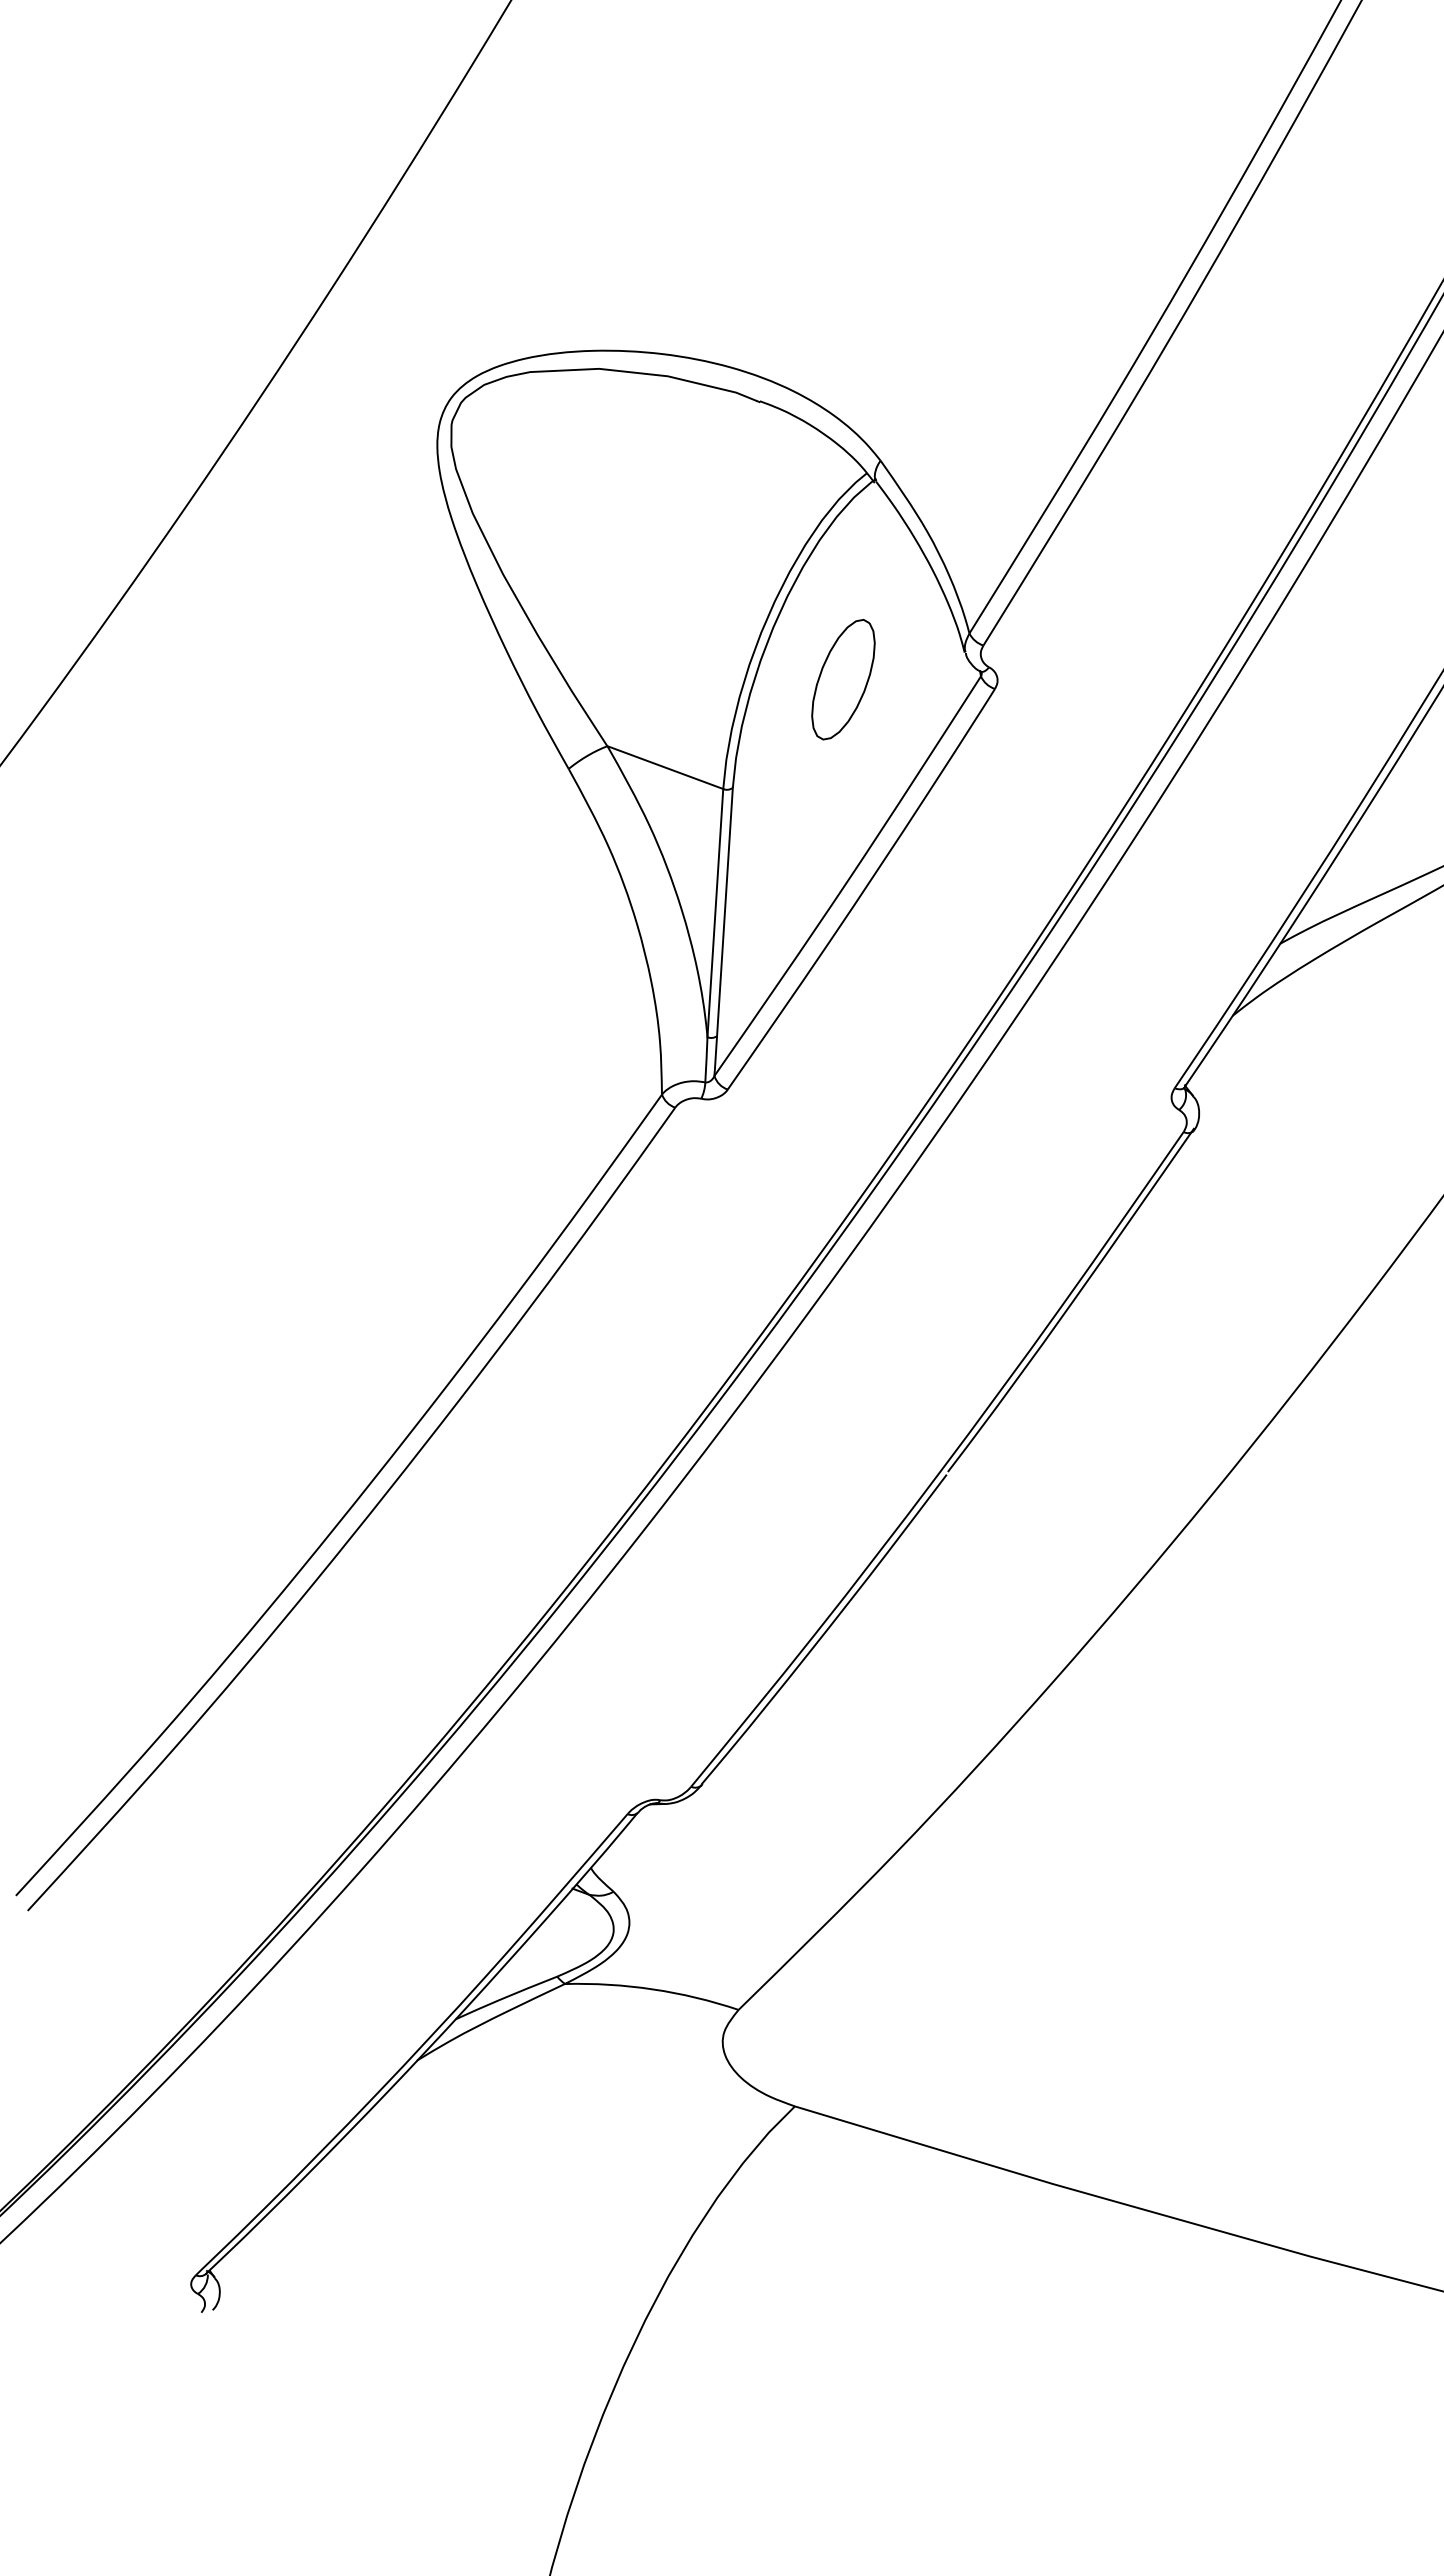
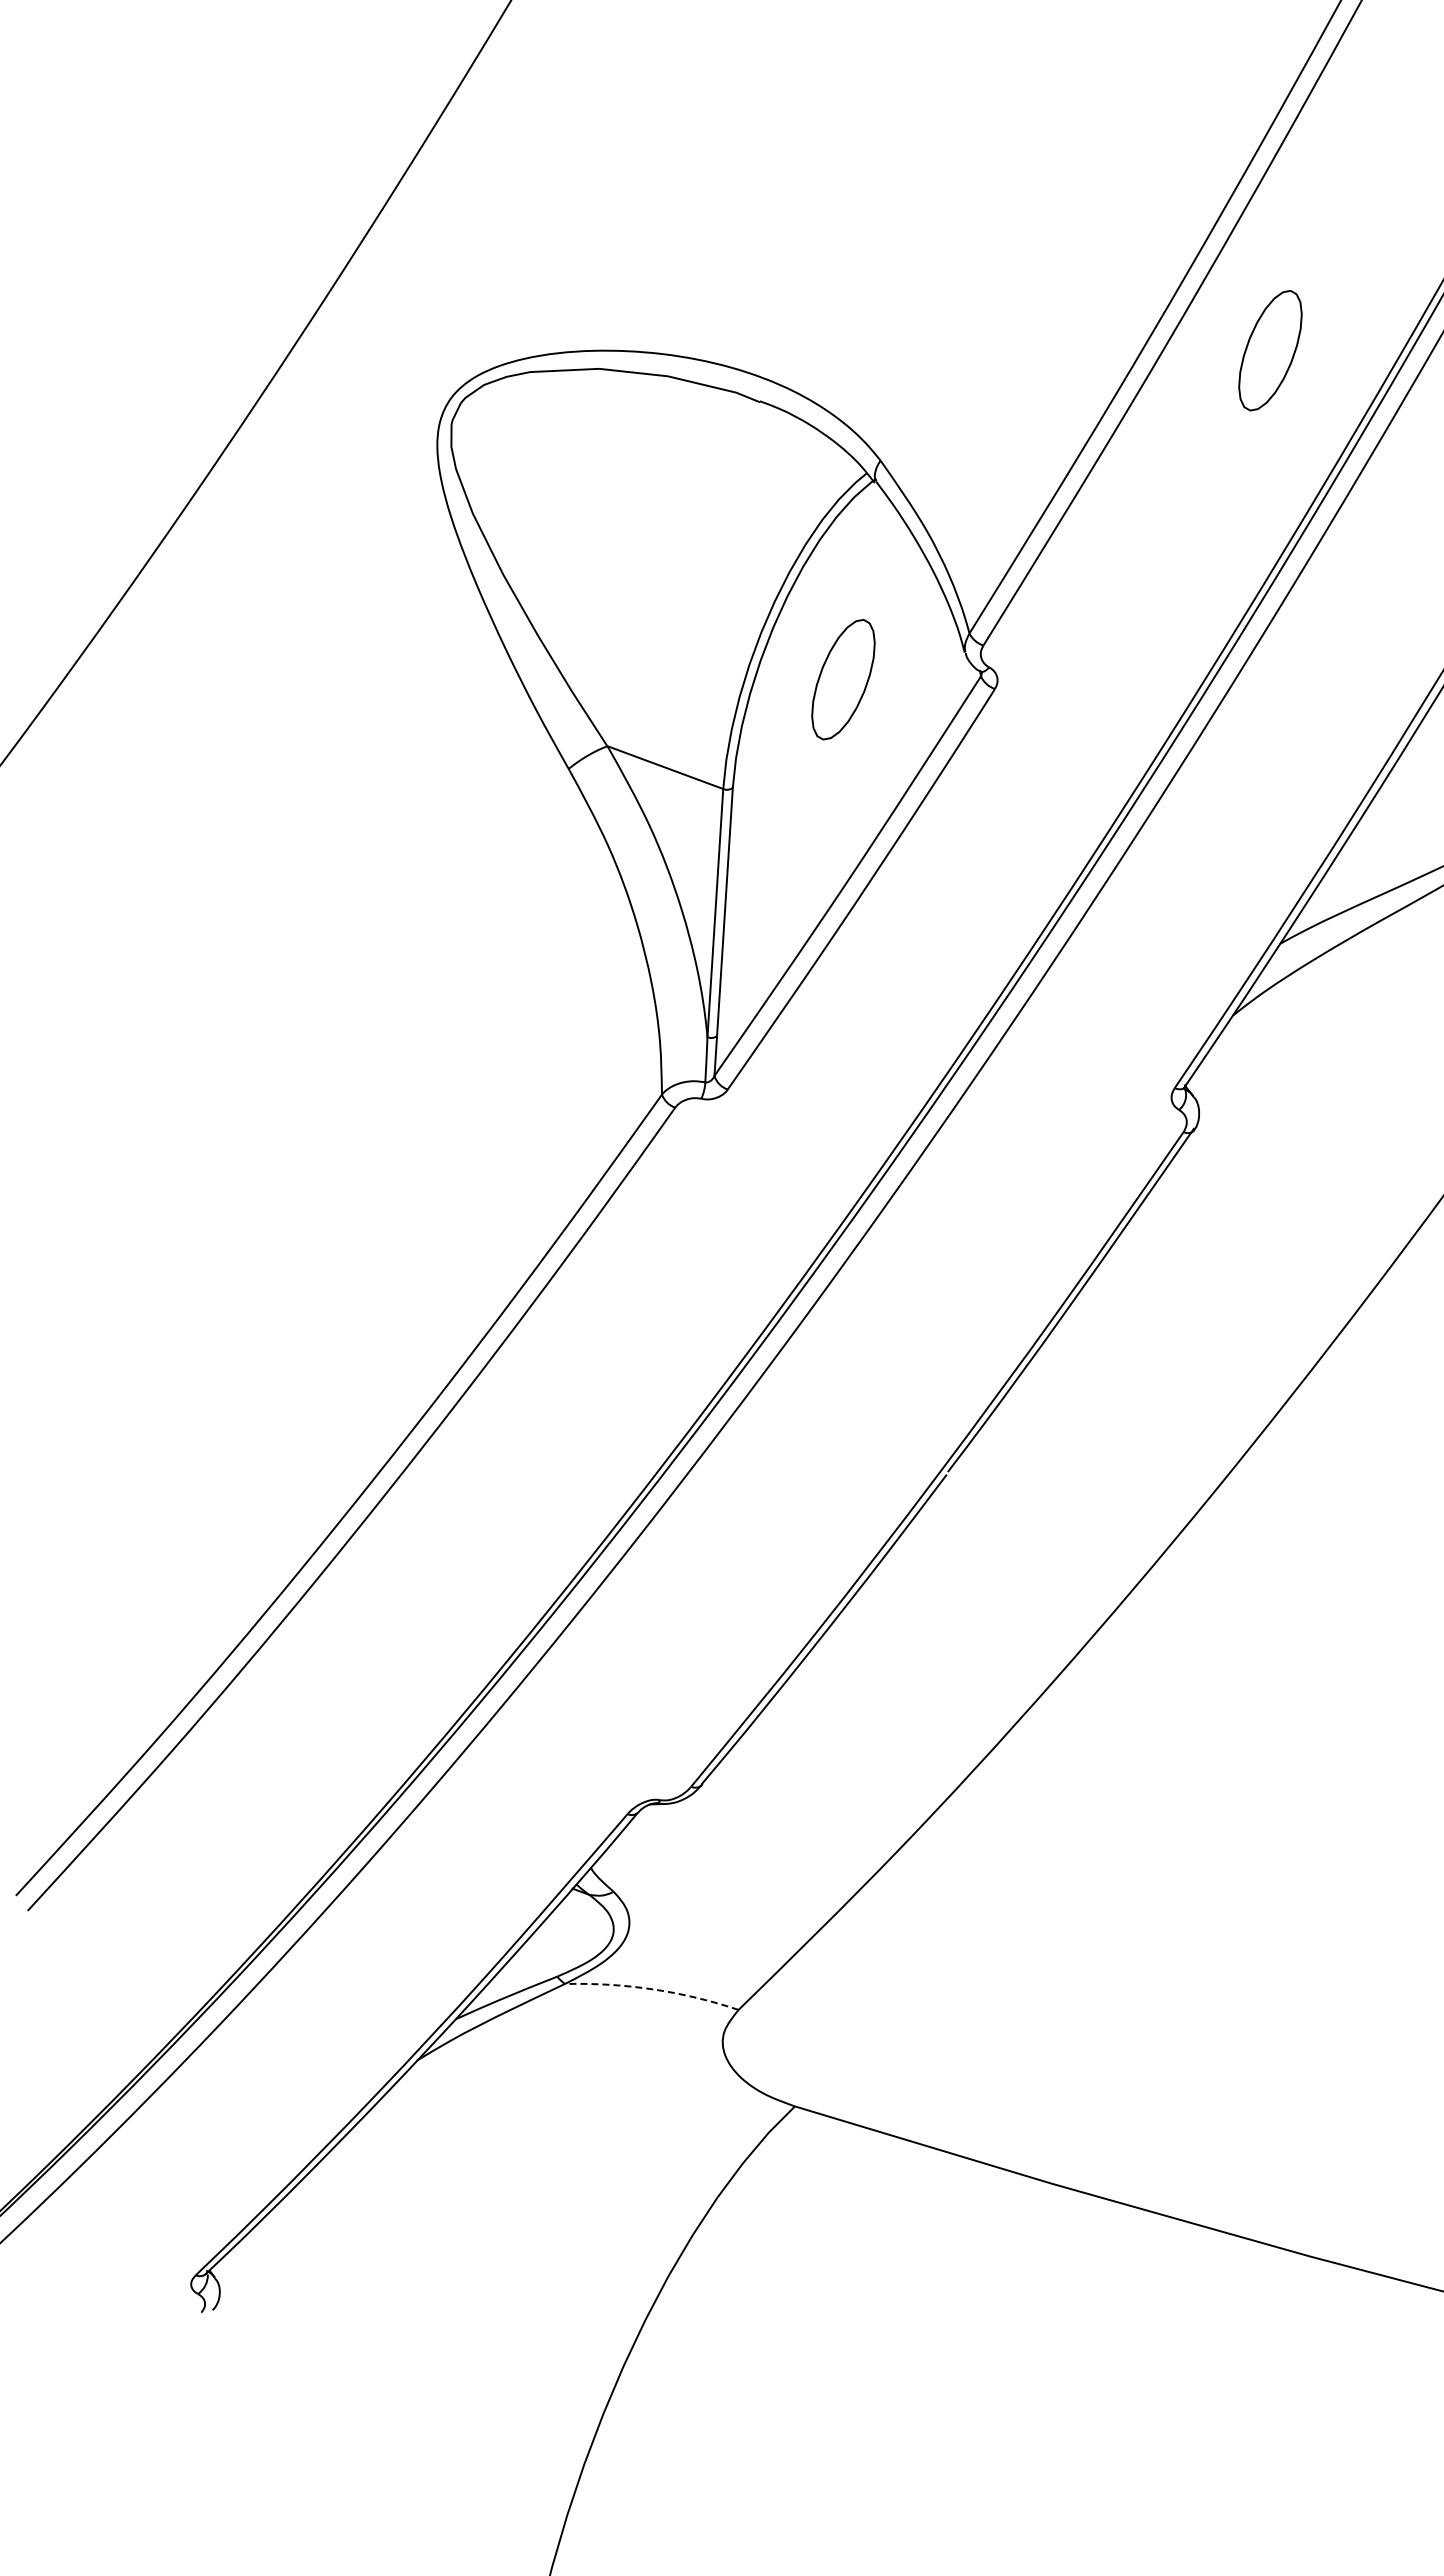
part at (1270, 350): none -> present
arc at (653, 1989): solid -> dashed
